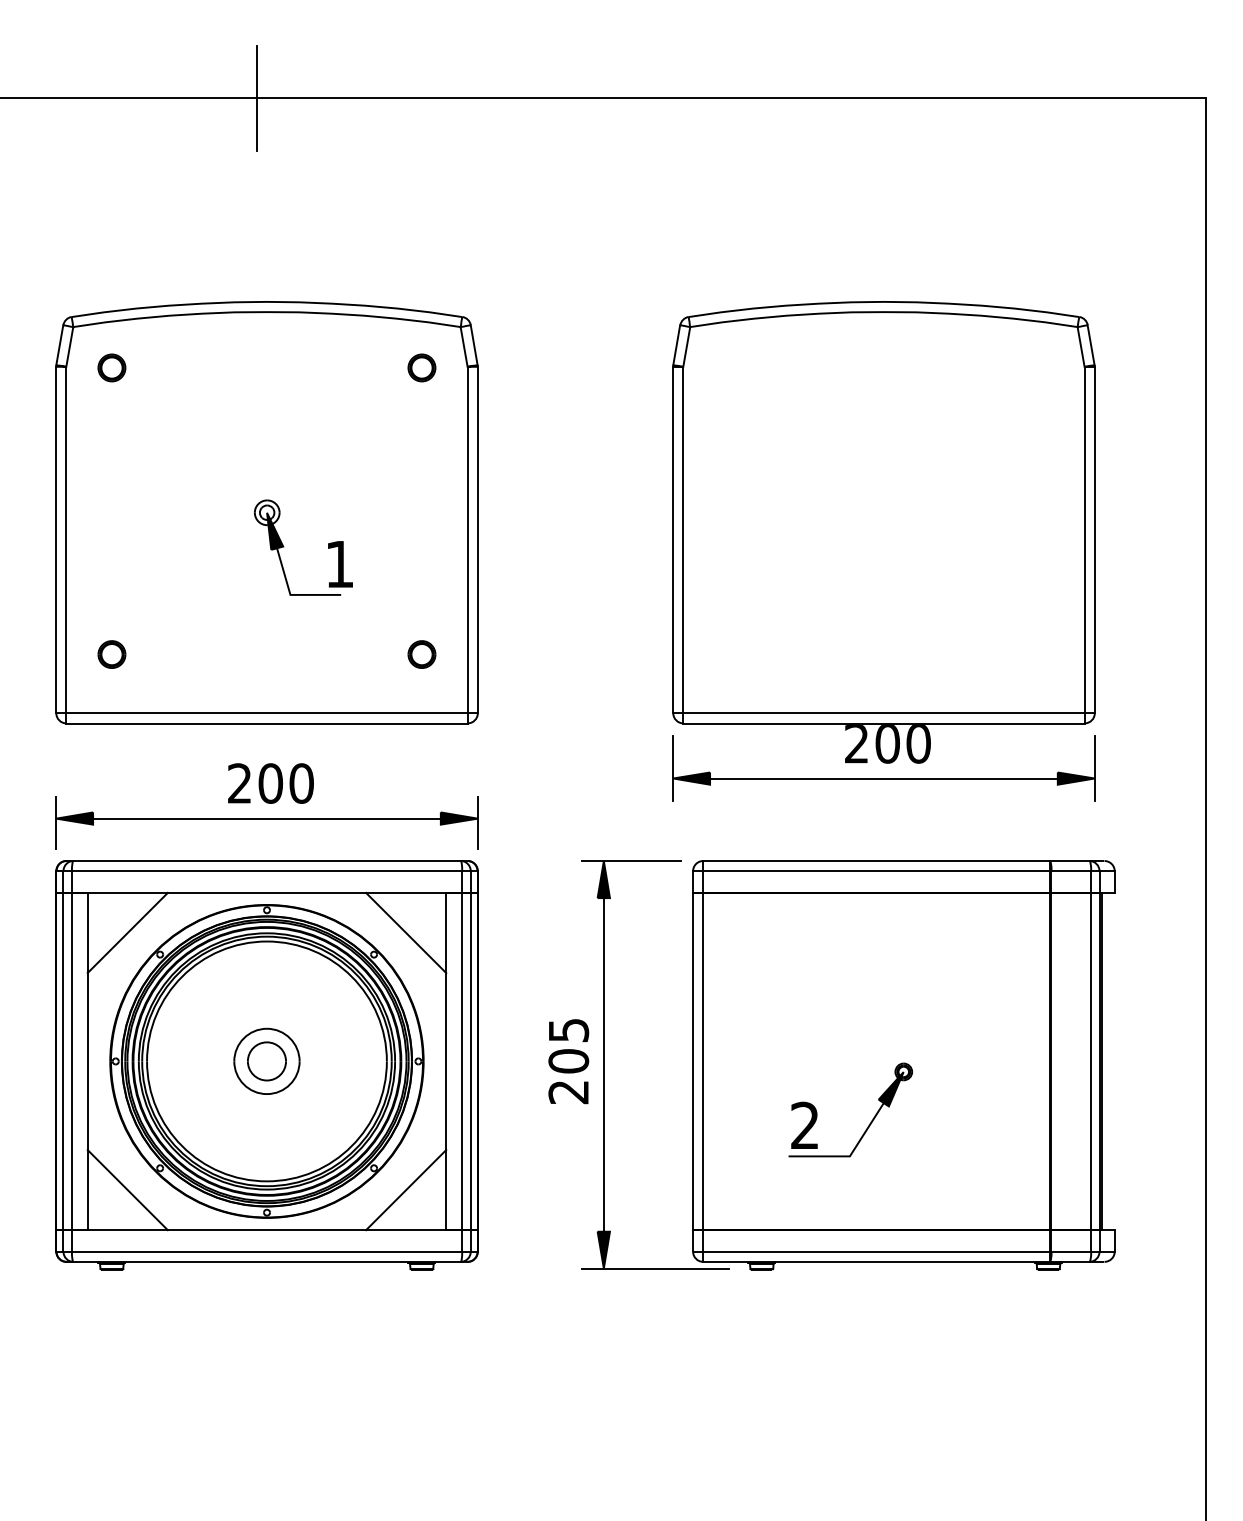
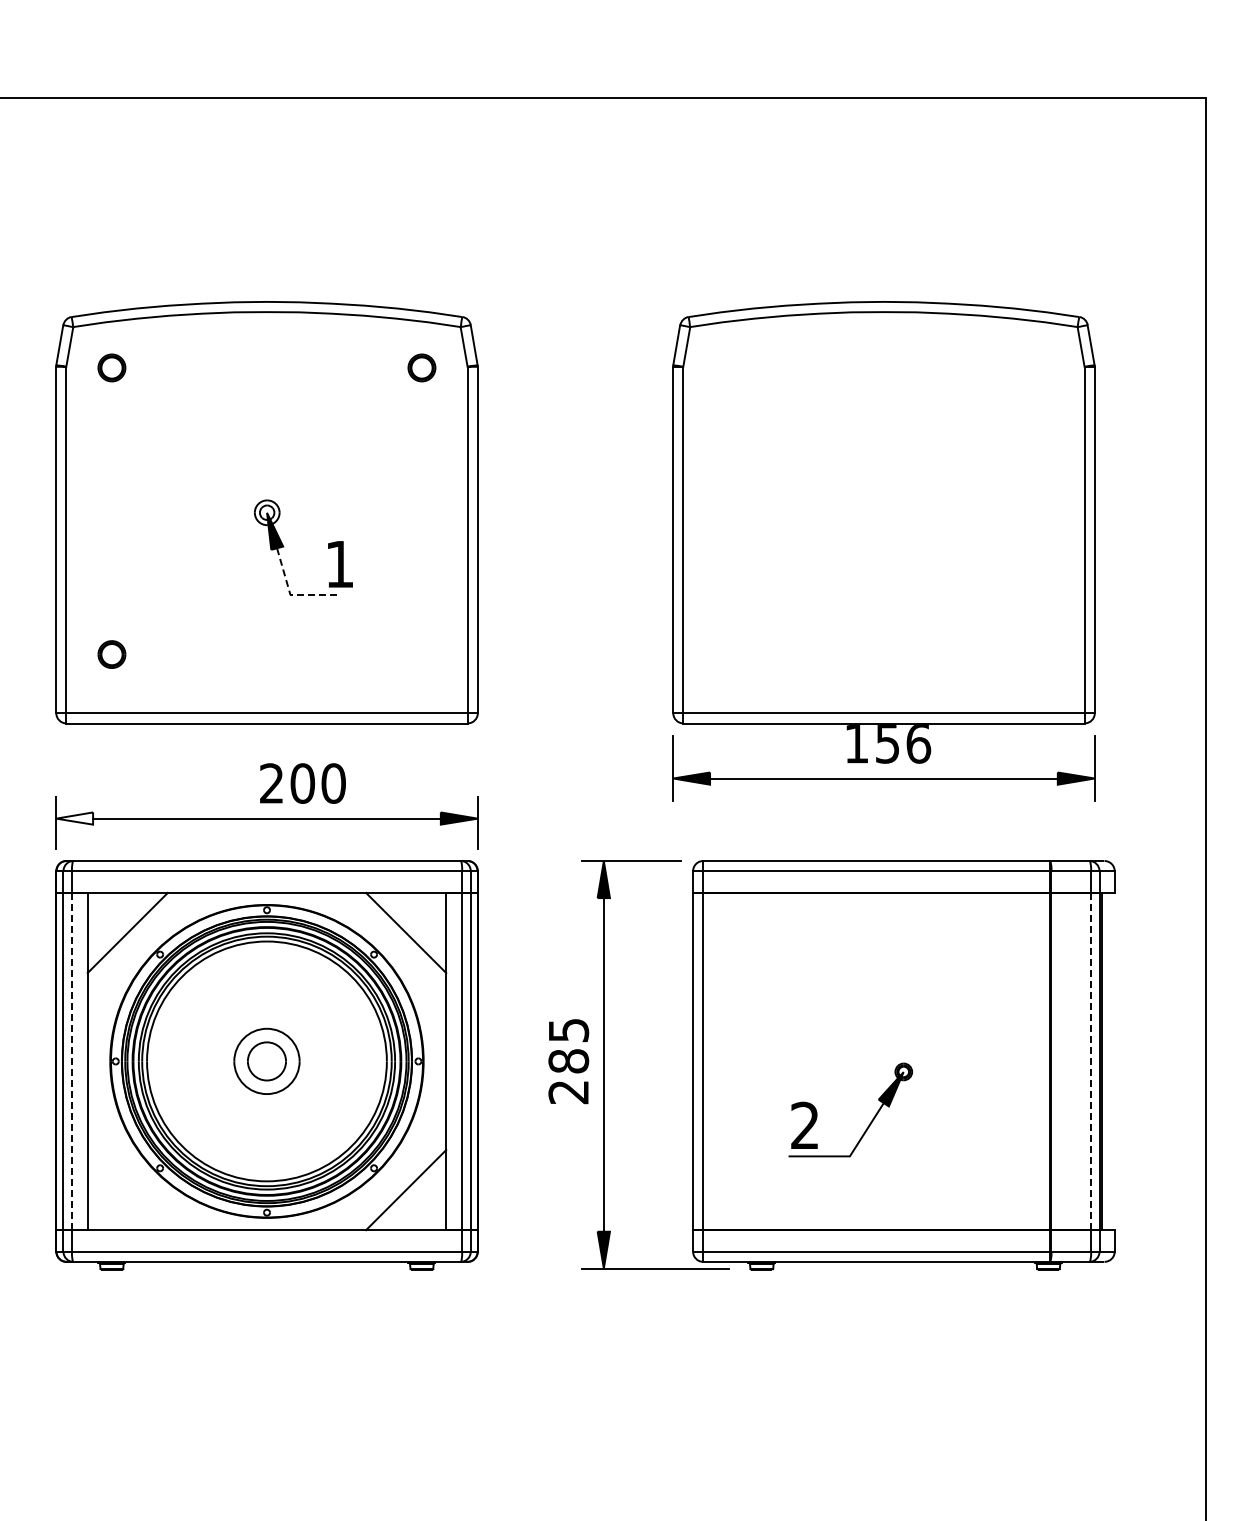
line at (257, 97): present -> none
line at (292, 594): solid -> dashed
part at (421, 654): present -> none
text at (888, 744): 200 -> 156
text at (270, 783) position: (270, 783) -> (302, 783)
fill at (74, 818): present -> none
line at (71, 1061): solid -> dashed
text at (568, 1061): 205 -> 285
line at (1091, 1061): solid -> dashed
line at (127, 1190): present -> none
